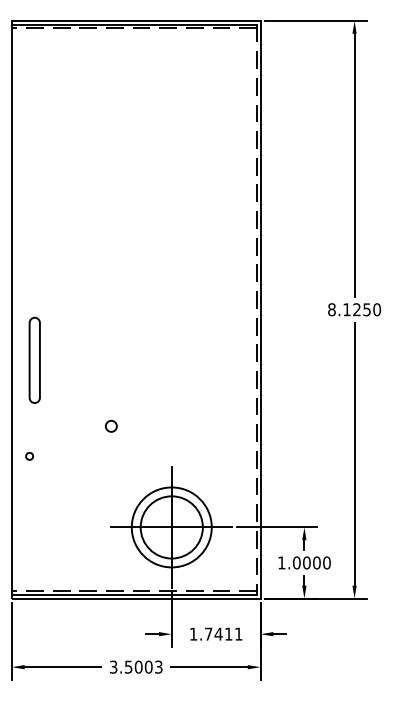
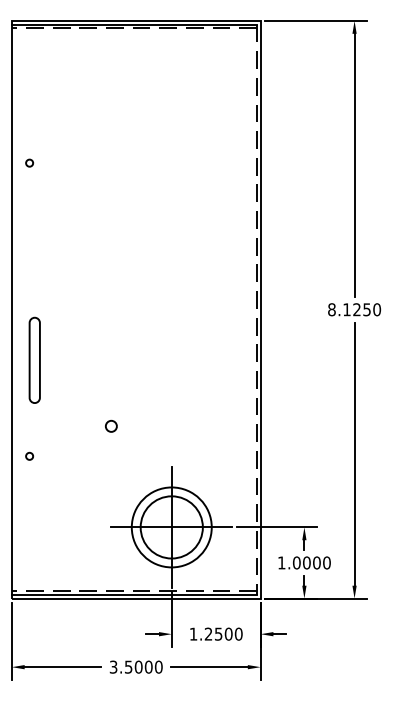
circle at (29, 162): none -> present
text at (223, 633): 1.7411 -> 1.2500
text at (158, 666): 3.5003 -> 3.5000
